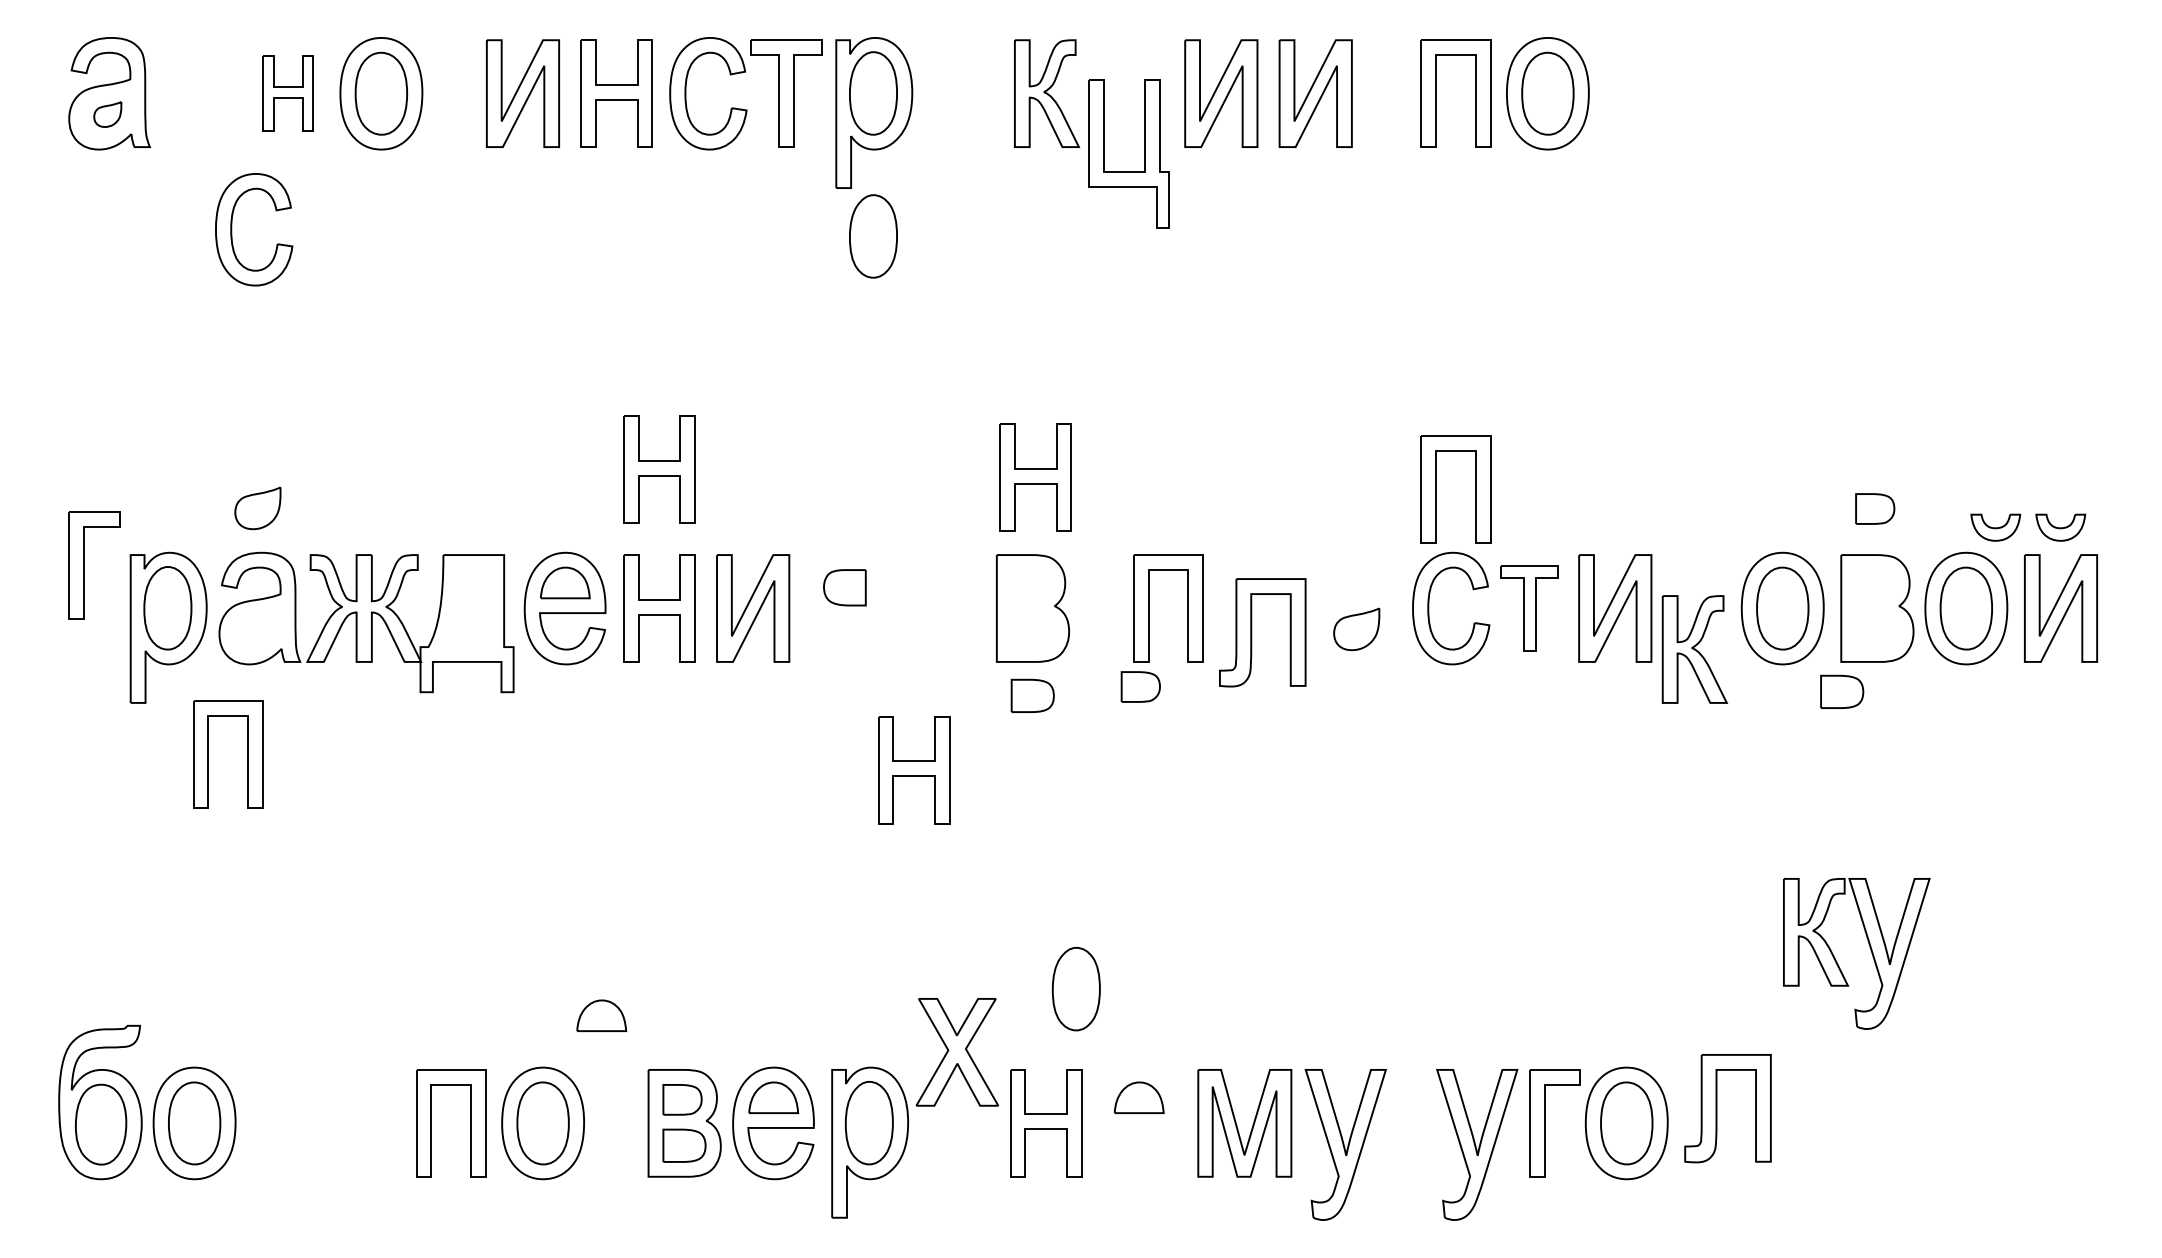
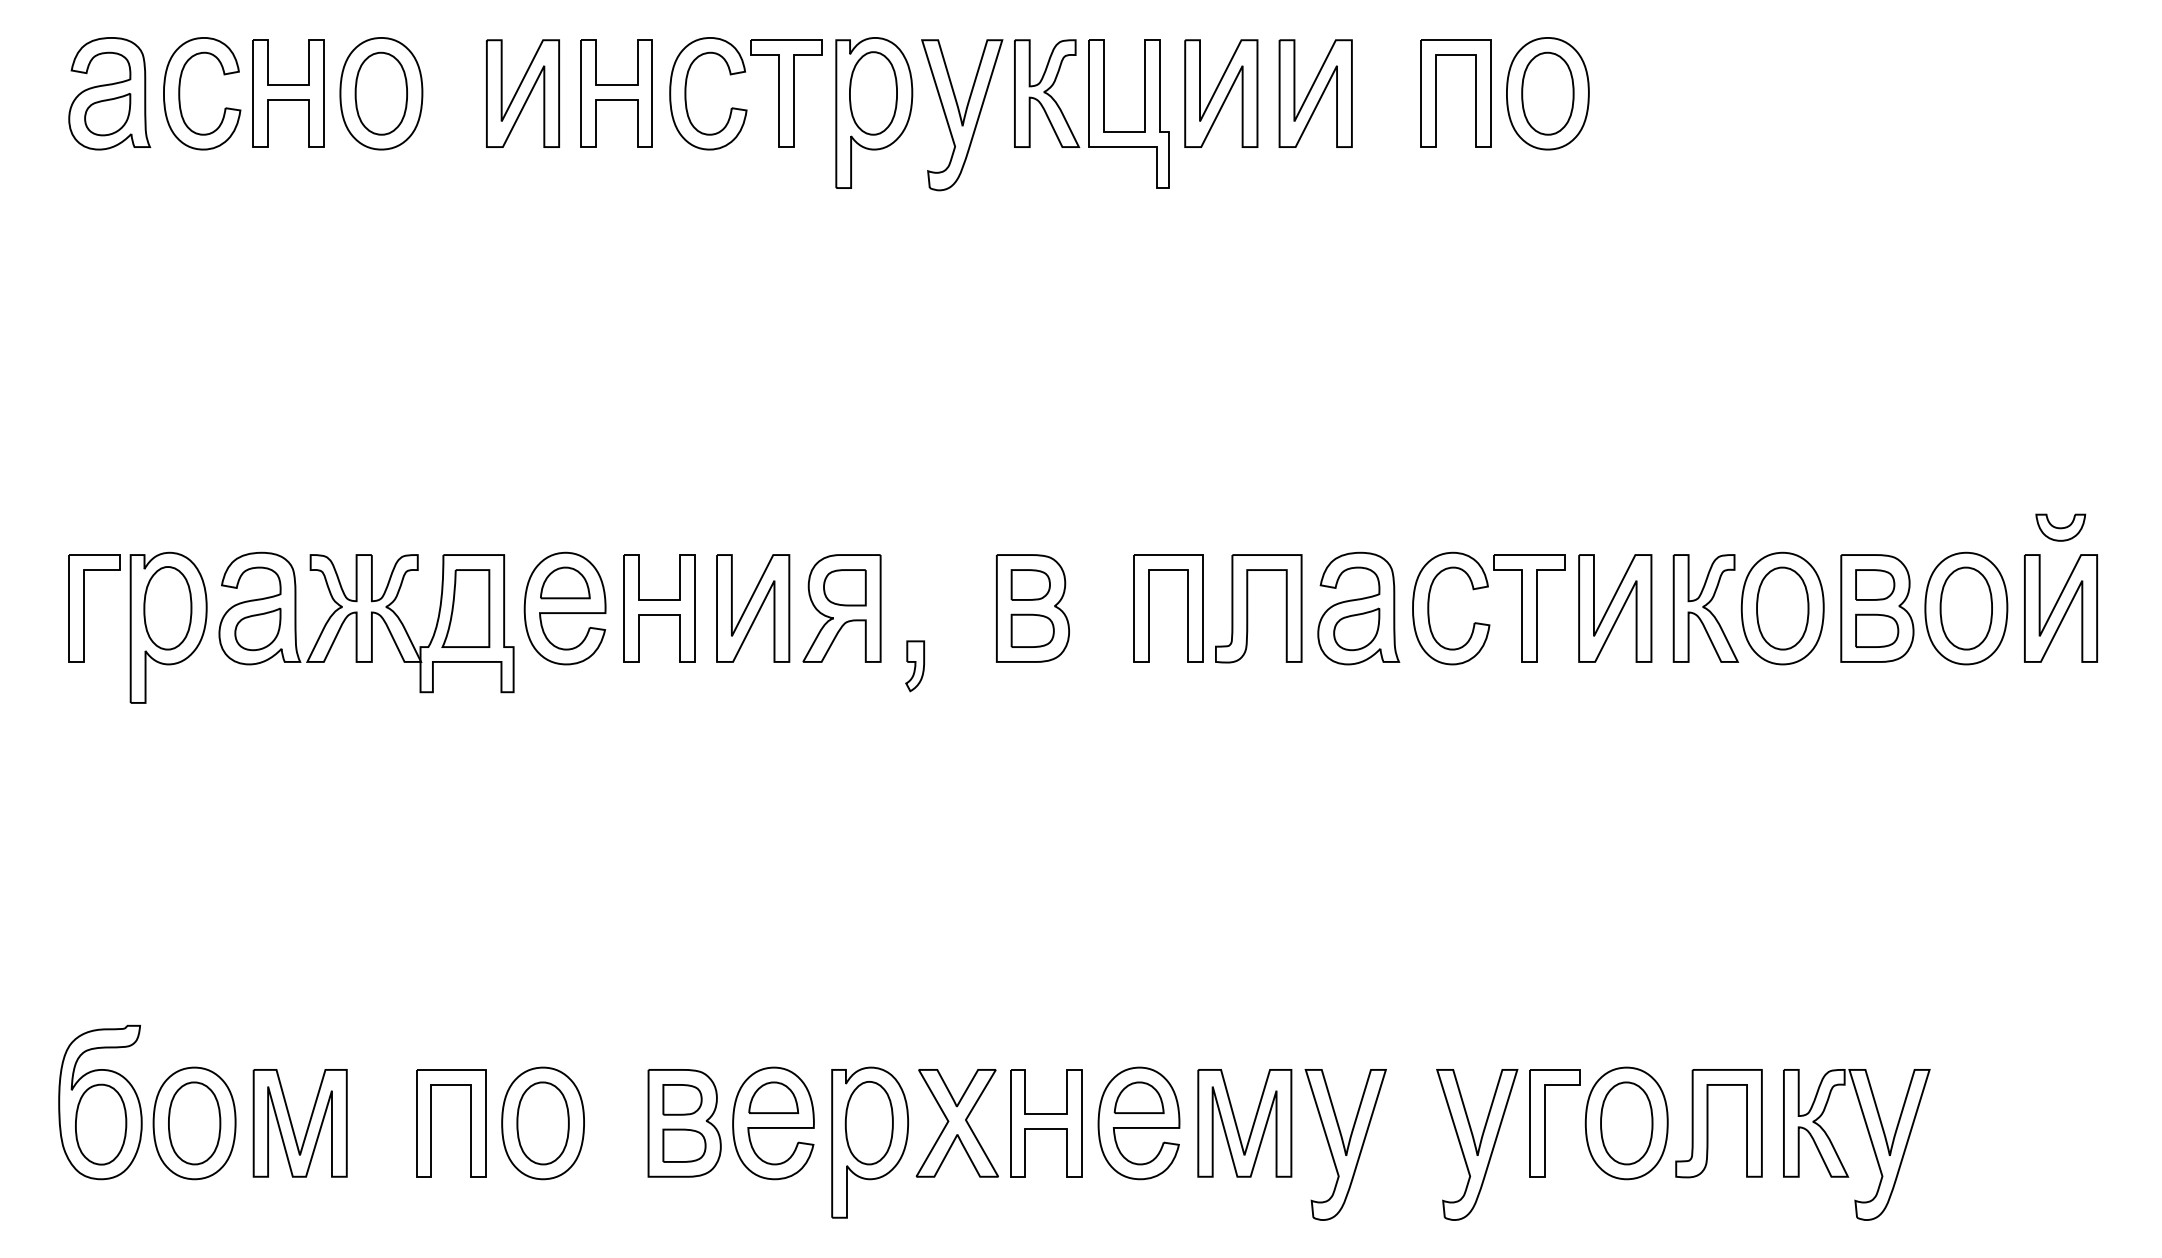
part at (287, 93) size: 52x77 px -> 73x109 px
part at (107, 114) size: 30x27 px -> 48x45 px
part at (962, 115): none -> present
part at (1144, 153) position: (1144, 153) -> (1144, 113)
part at (232, 229) position: (232, 229) -> (180, 93)
part at (873, 236): present -> none
part at (659, 469): present -> none
part at (1035, 477): present -> none
part at (1436, 489): present -> none
part at (257, 508) position: (257, 508) -> (257, 629)
part at (1875, 508) position: (1875, 508) -> (1875, 584)
part at (1995, 527): present -> none
part at (84, 565) position: (84, 565) -> (84, 608)
part at (465, 608): none -> present
part at (841, 608): none -> present
part at (1358, 608): none -> present
part at (1529, 608) size: 59x87 px -> 73x109 px
part at (1252, 632) position: (1252, 632) -> (1248, 608)
part at (1694, 649) position: (1694, 649) -> (1705, 608)
part at (915, 666): none -> present
part at (1140, 686) position: (1140, 686) -> (1030, 584)
part at (1842, 691) position: (1842, 691) -> (1877, 630)
part at (1032, 695) position: (1032, 695) -> (1032, 630)
part at (247, 754): present -> none
part at (914, 770): present -> none
part at (1869, 947) position: (1869, 947) -> (1869, 1138)
part at (1075, 989): present -> none
part at (601, 1015): present -> none
part at (956, 1052) position: (956, 1052) -> (956, 1123)
part at (1717, 1108) position: (1717, 1108) -> (1708, 1123)
part at (292, 1123): none -> present
part at (1138, 1123): none -> present
